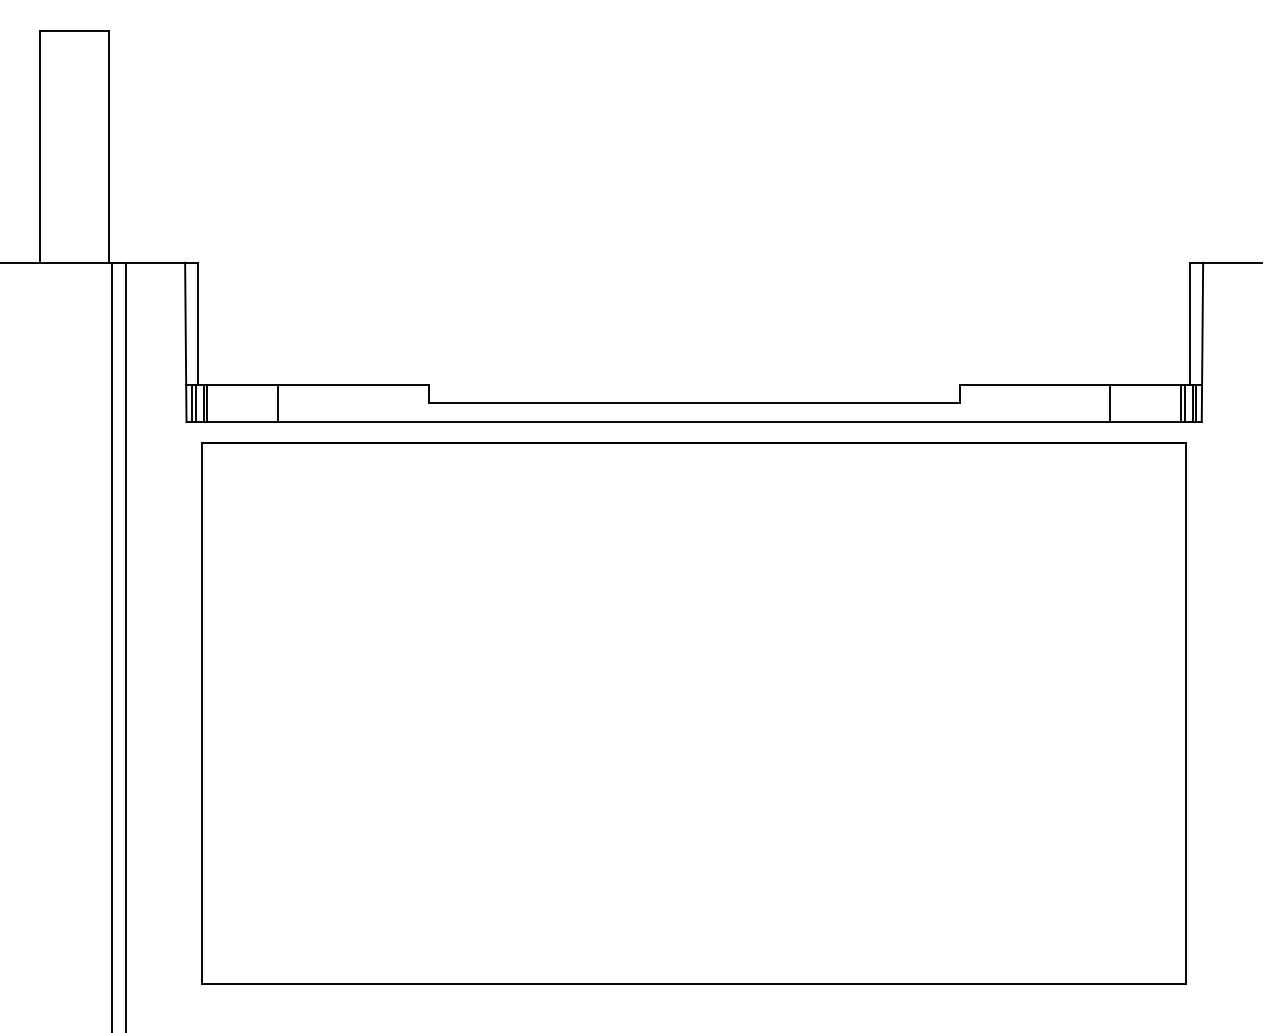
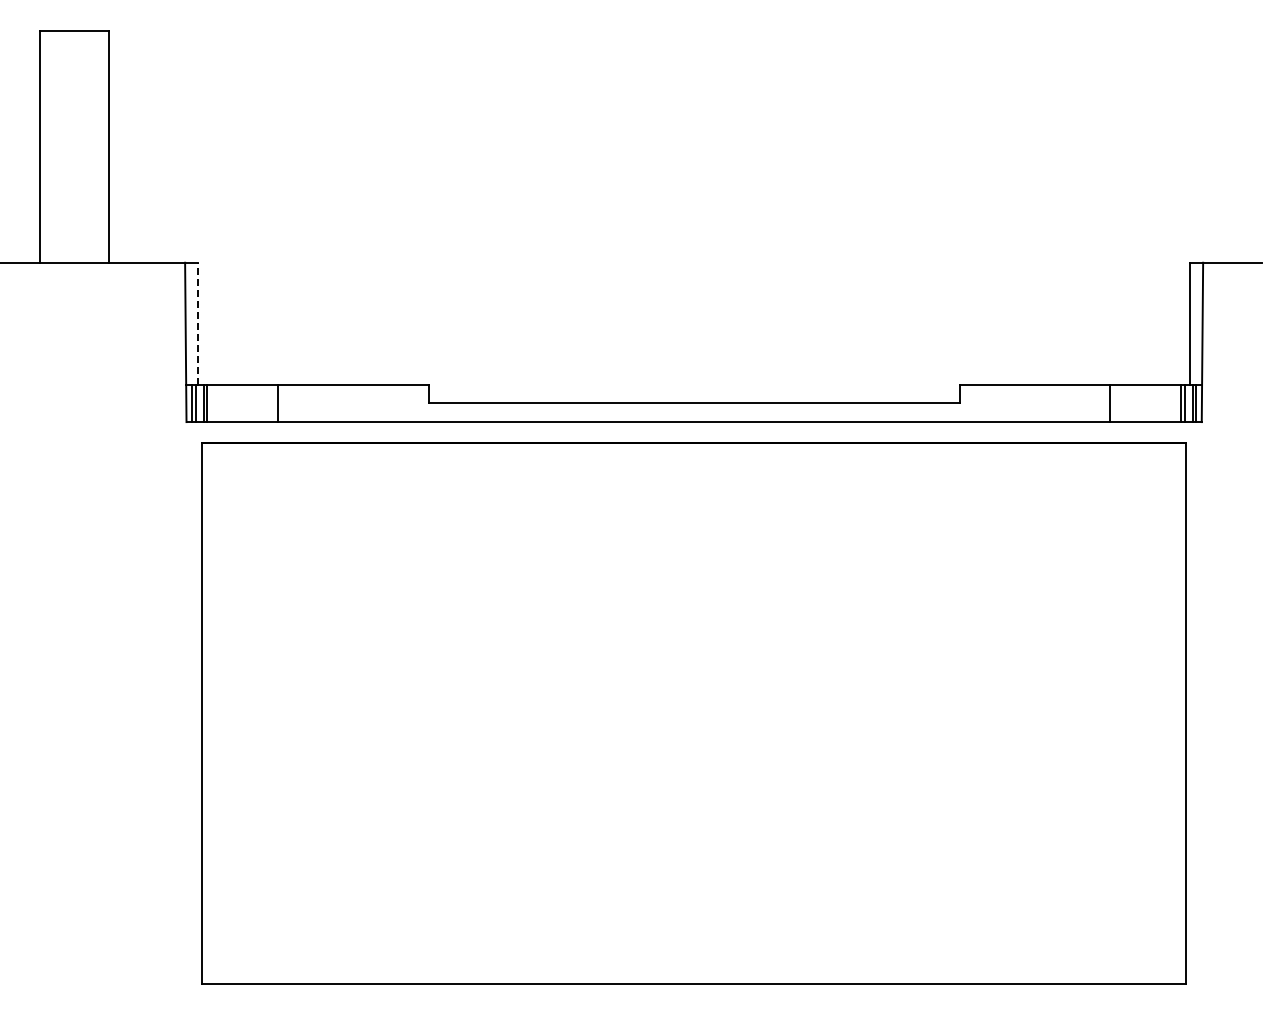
line at (198, 323): solid -> dashed
line at (112, 645): present -> none
line at (125, 645): present -> none
